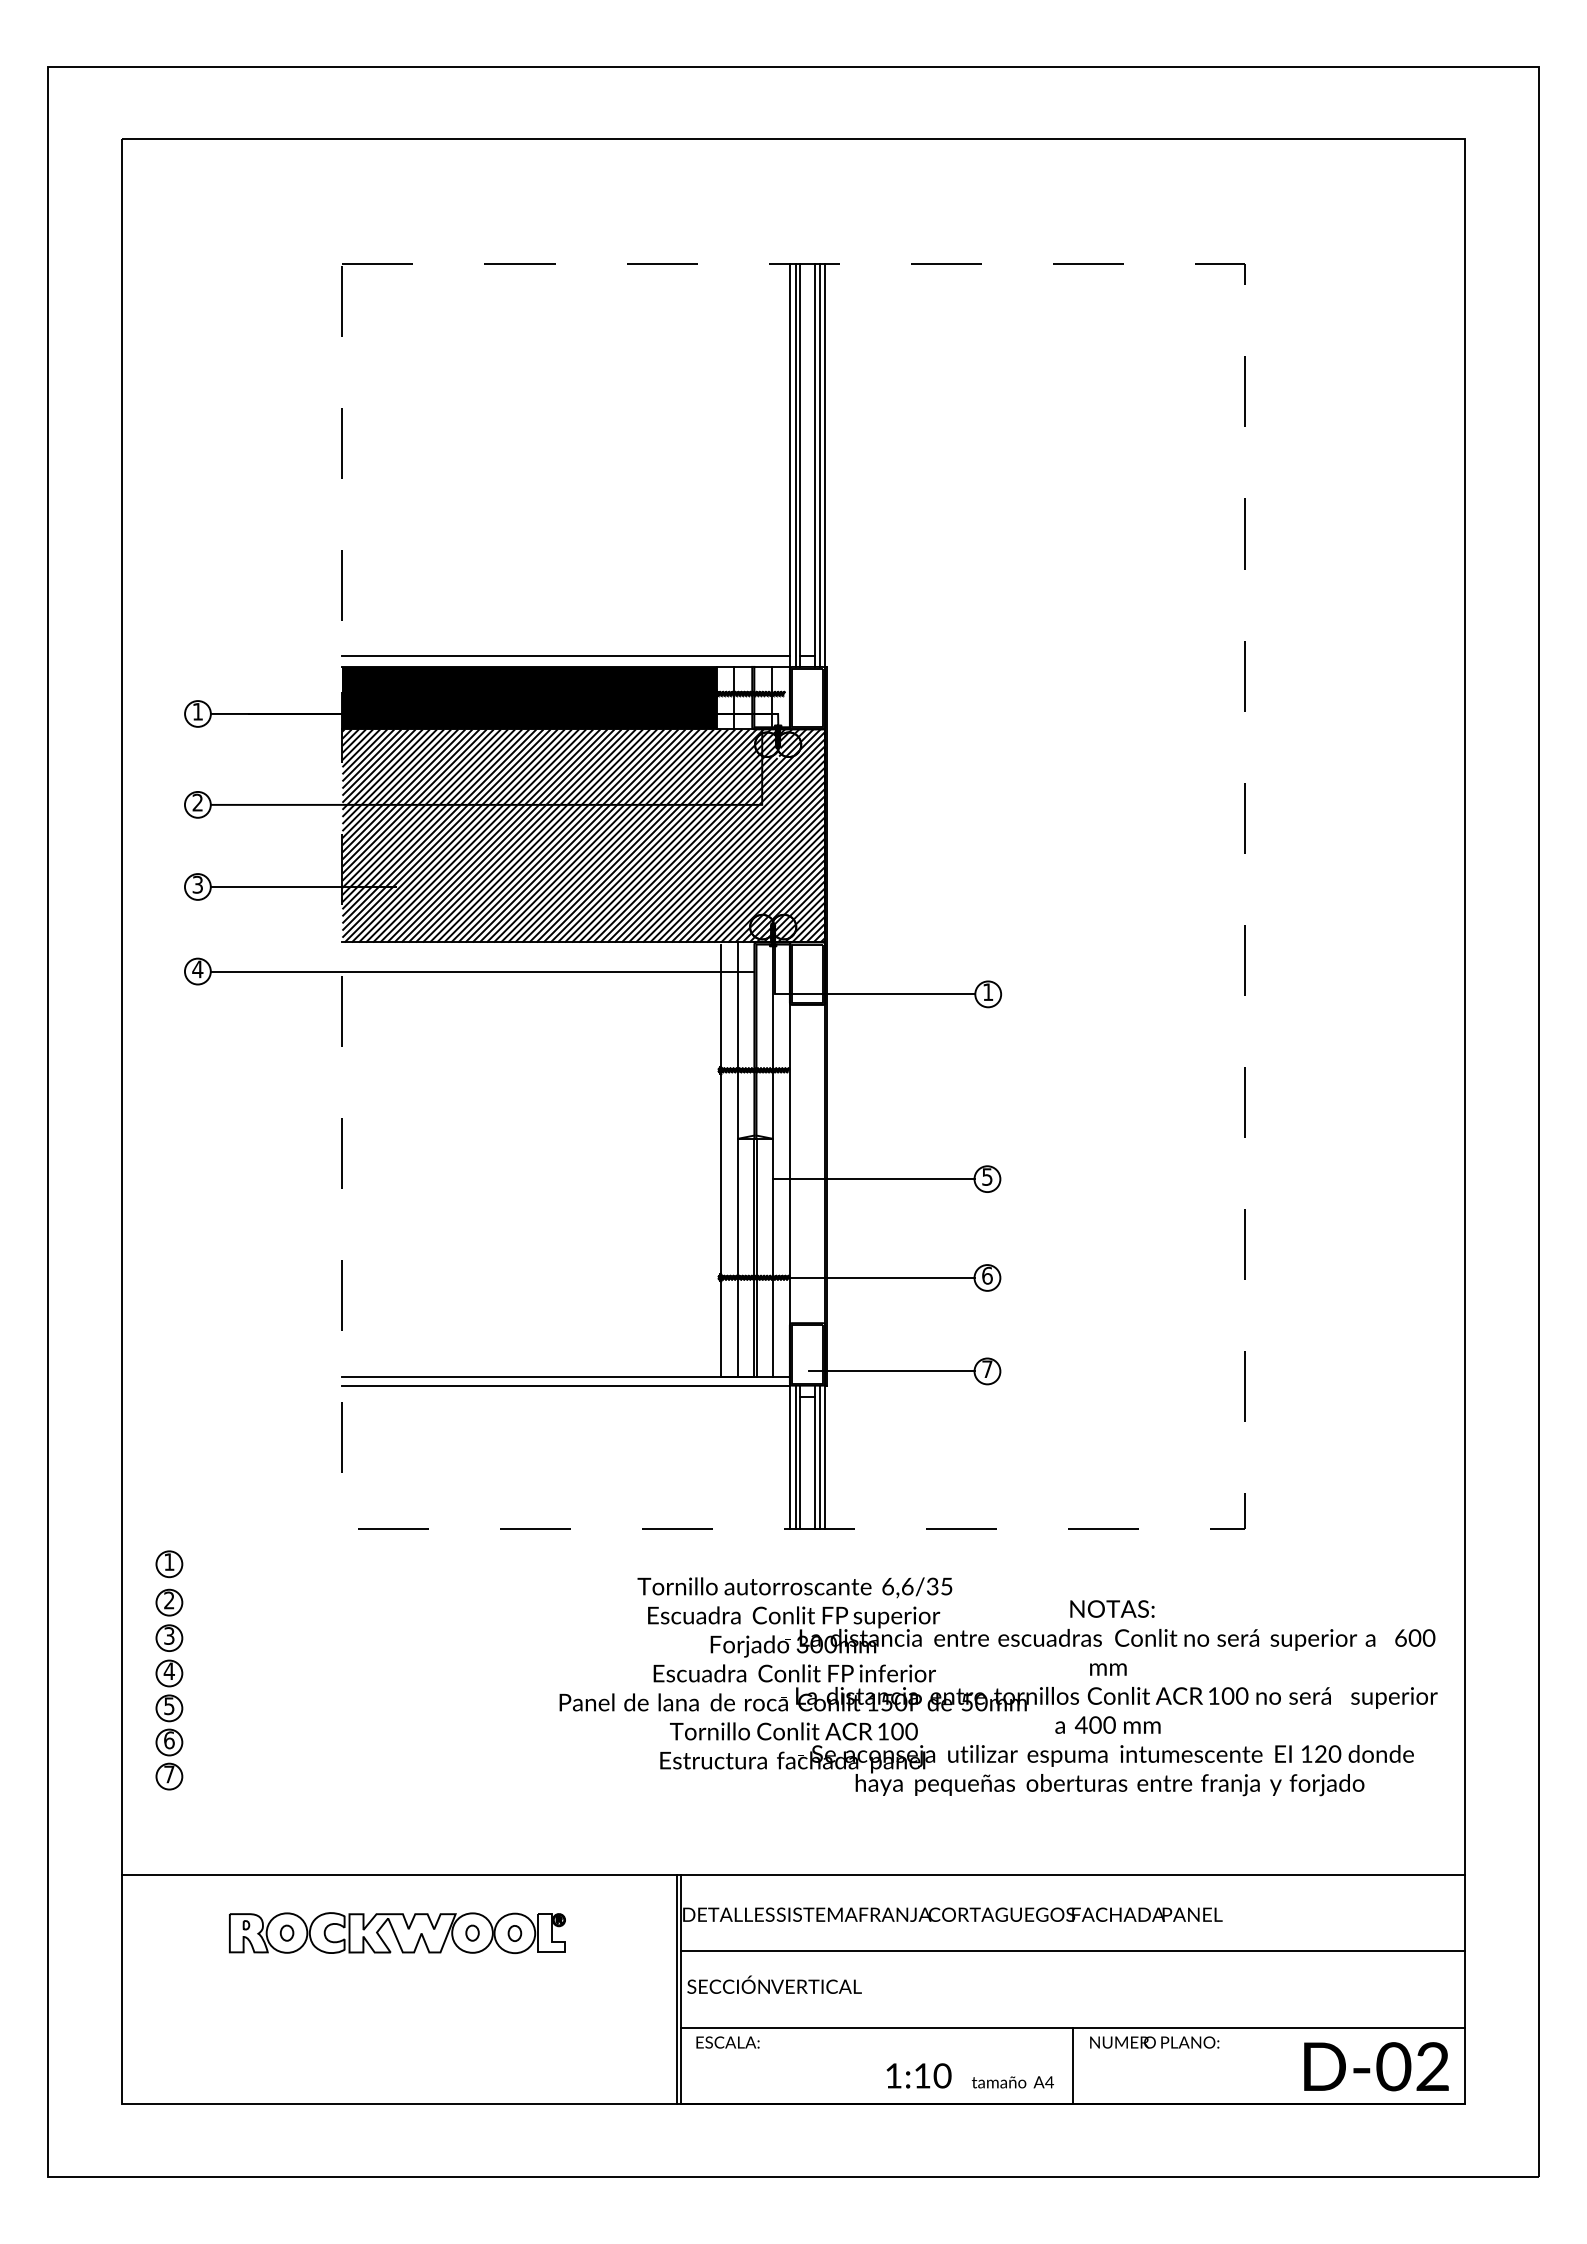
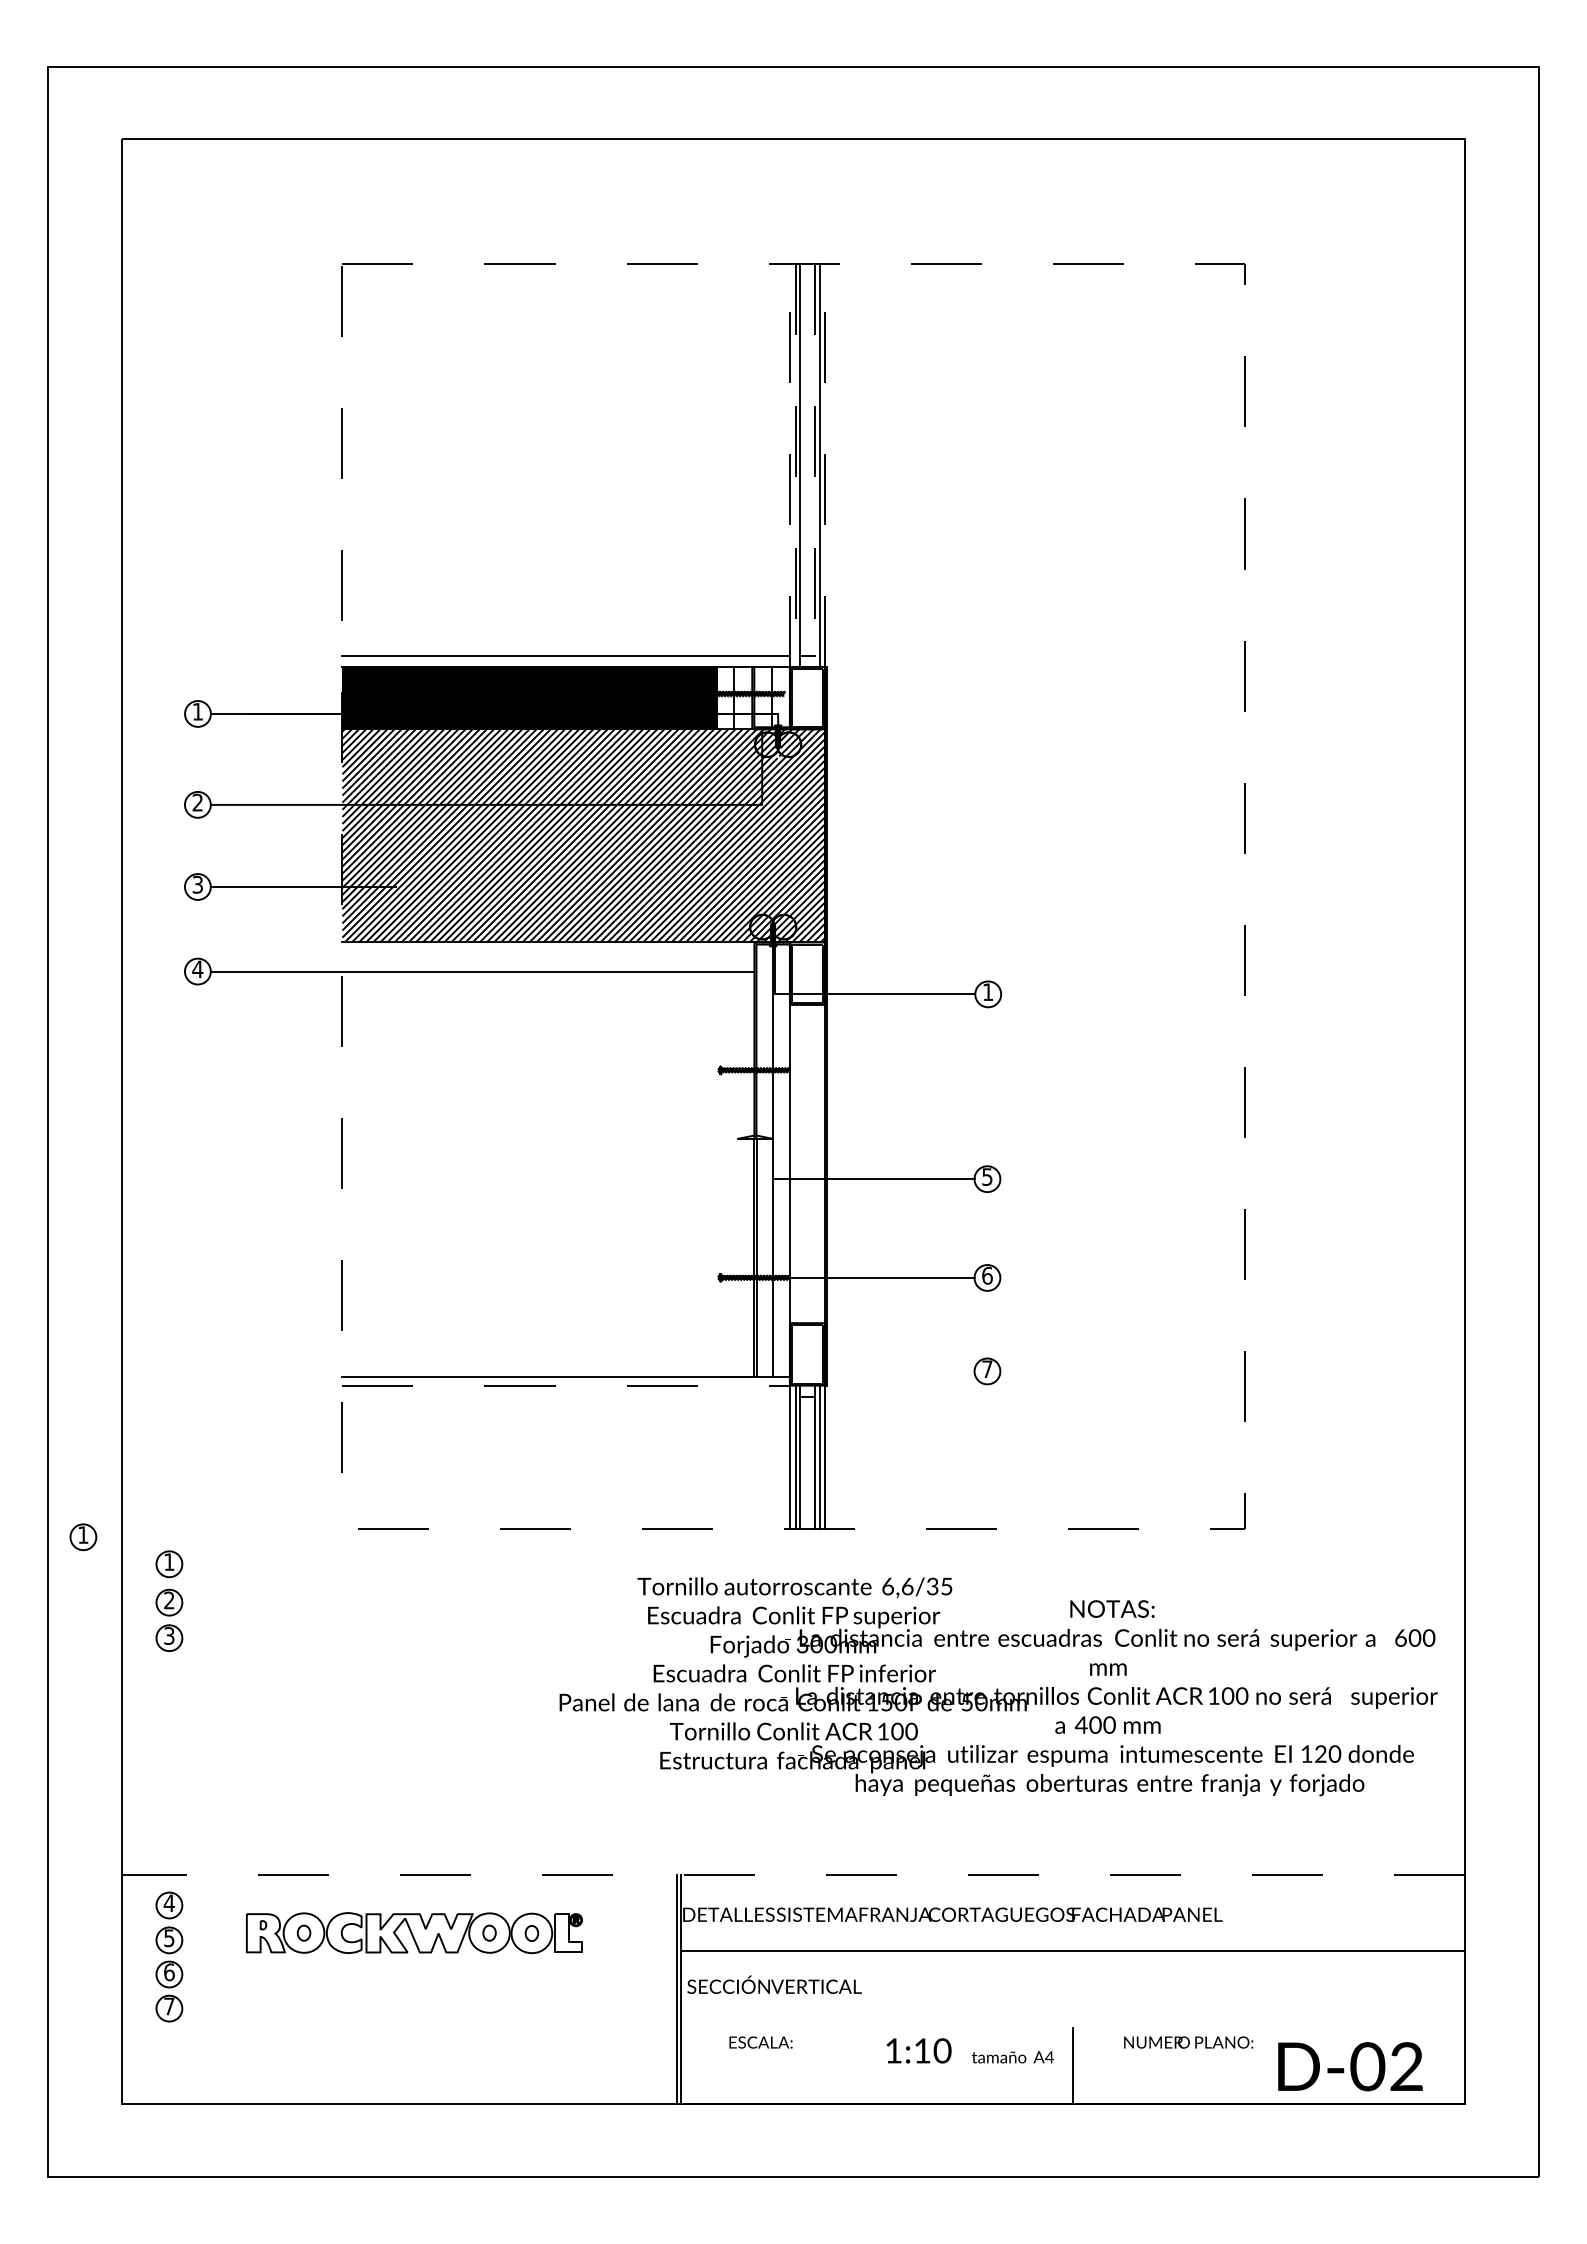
line at (789, 465): solid -> dashed
line at (825, 465): solid -> dashed
line at (795, 466): solid -> dashed
line at (815, 466): solid -> dashed
line at (737, 1159): present -> none
line at (720, 1160): present -> none
line at (891, 1371): present -> none
line at (566, 1385): solid -> dashed
part at (83, 1537): none -> present
part at (169, 1724) position: (169, 1724) -> (169, 1956)
line at (793, 1874): solid -> dashed
part at (397, 1932) position: (397, 1932) -> (414, 1932)
line at (1072, 2027): present -> none
text at (727, 2042) position: (727, 2042) -> (760, 2042)
text at (1154, 2042) position: (1154, 2042) -> (1188, 2042)
text at (1376, 2066) position: (1376, 2066) -> (1350, 2066)
text at (969, 2075) position: (969, 2075) -> (969, 2050)
